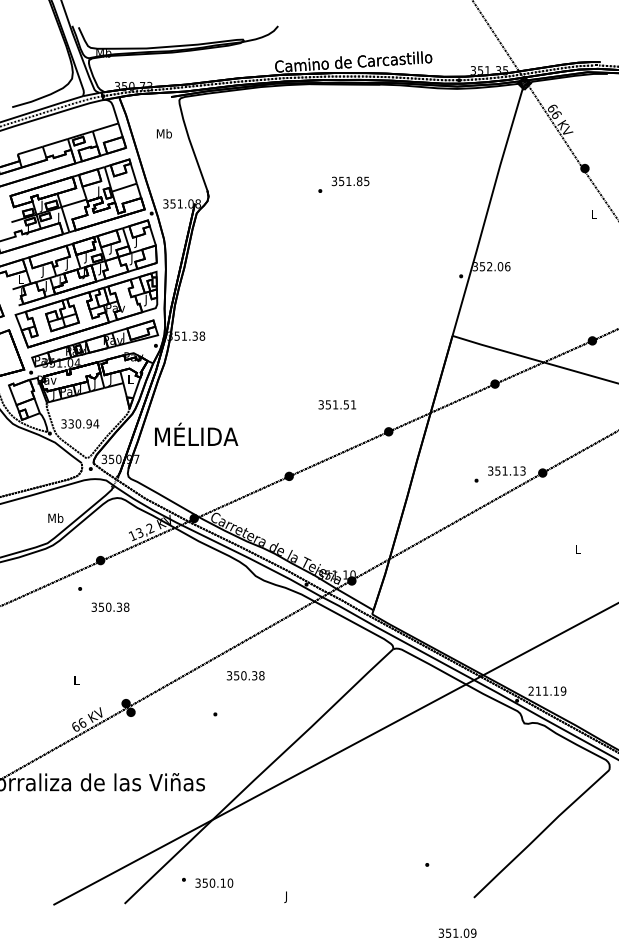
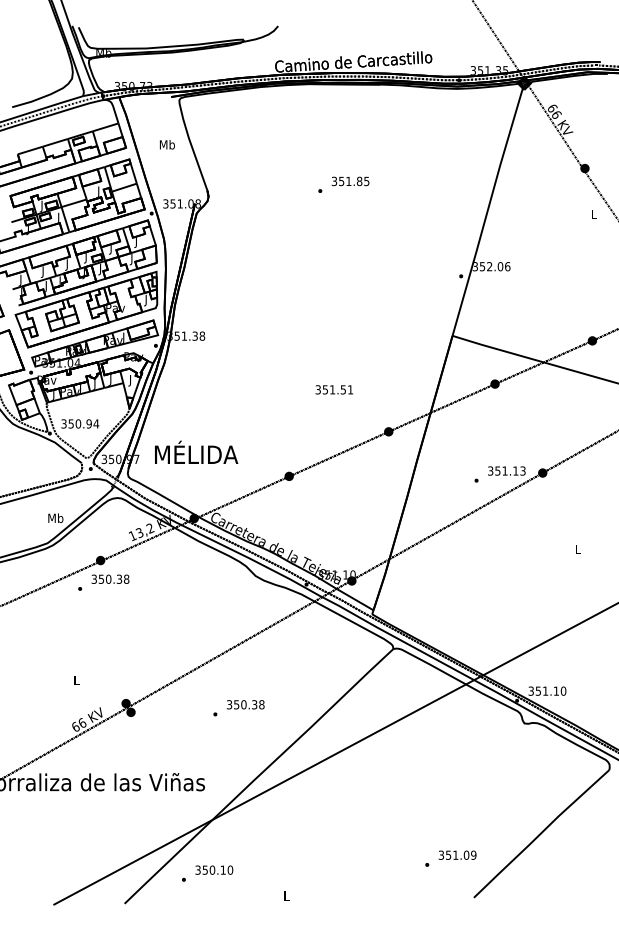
text at (164, 133) position: (164, 133) -> (167, 144)
text at (20, 280): L -> J
text at (130, 380): L -> J
text at (336, 404) position: (336, 404) -> (333, 389)
text at (70, 423): 330.94 -> 350.94
text at (196, 433) position: (196, 433) -> (196, 451)
text at (110, 606) position: (110, 606) -> (110, 578)
text at (245, 675) position: (245, 675) -> (245, 704)
text at (547, 690): 211.19 -> 351.10
text at (214, 882) position: (214, 882) -> (214, 869)
text at (286, 897): J -> L
text at (457, 932) position: (457, 932) -> (457, 854)
